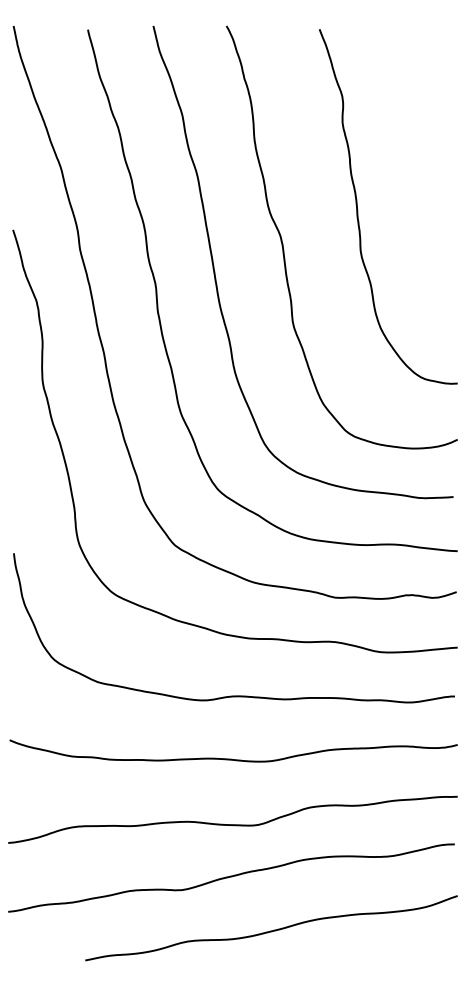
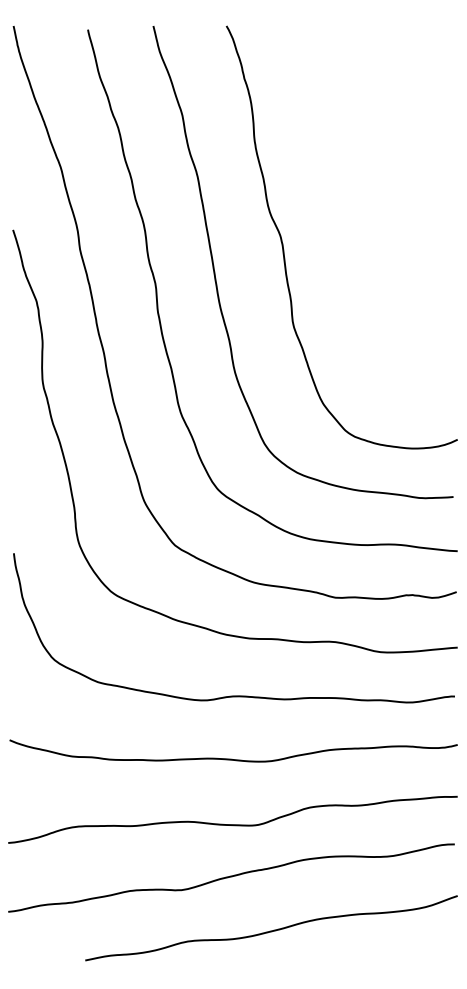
curve at (358, 209): present -> none
